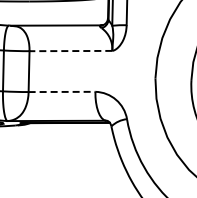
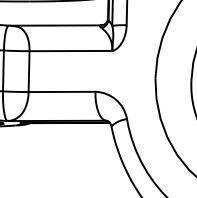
line at (70, 51): dashed -> solid
line at (62, 91): dashed -> solid
